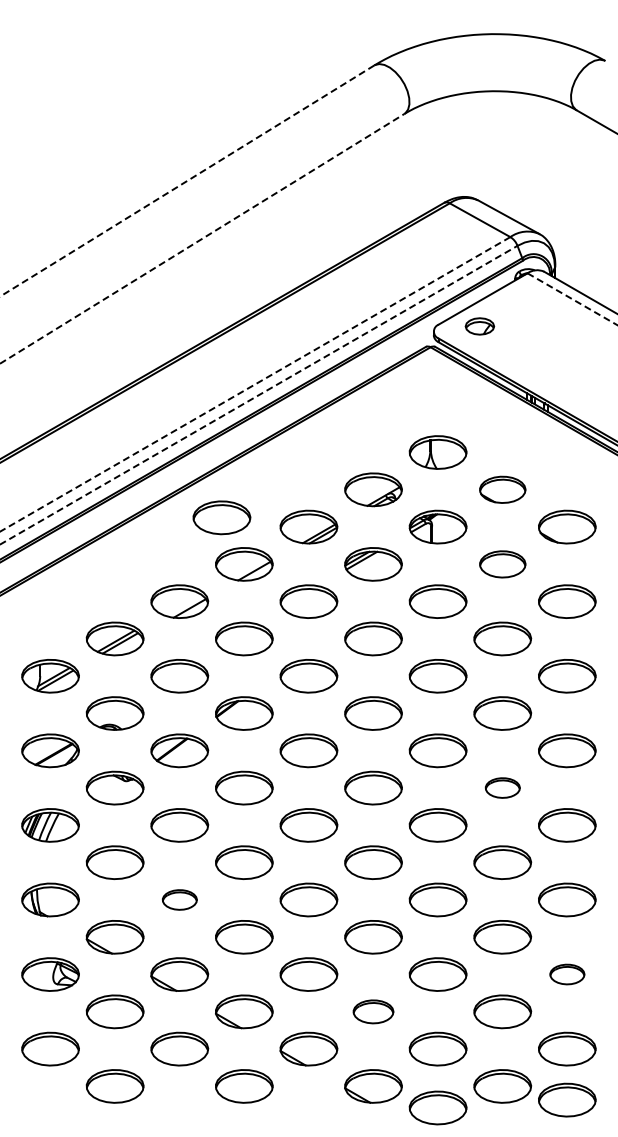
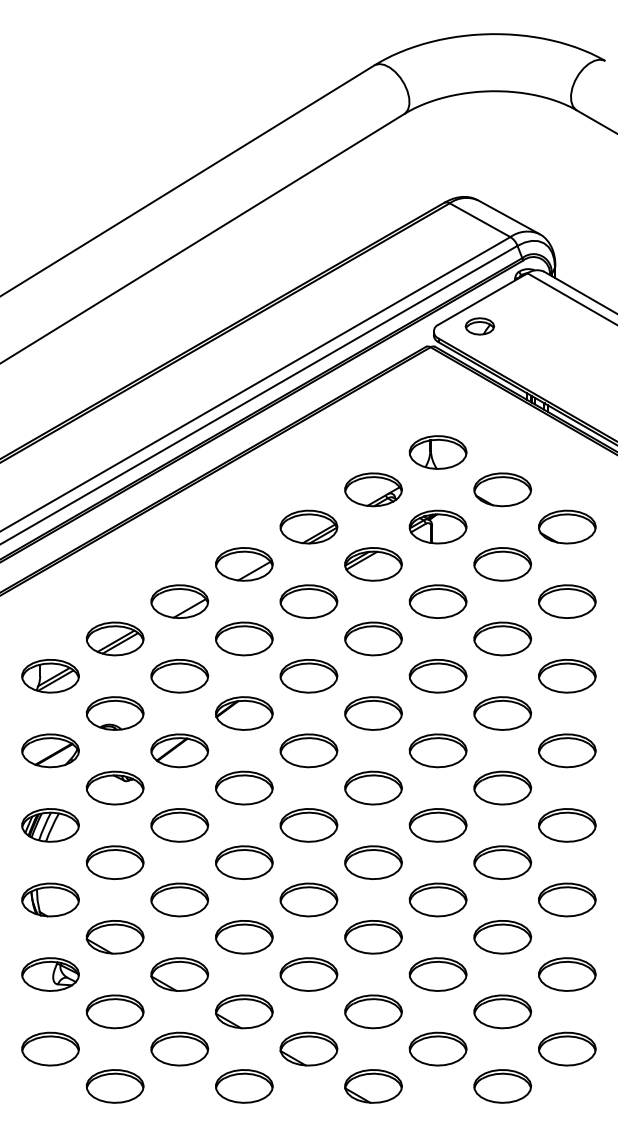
line at (187, 181): dashed -> solid
line at (202, 238): dashed -> solid
line at (572, 299): dashed -> solid
line at (254, 384): dashed -> solid
line at (259, 394): dashed -> solid
part at (502, 489) size: 48x29 px -> 60x36 px
part at (221, 517): present -> none
part at (502, 564) size: 48x29 px -> 60x35 px
part at (502, 787) size: 37x22 px -> 60x36 px
part at (179, 899) size: 36x22 px -> 60x36 px
part at (567, 974) size: 37x23 px -> 59x35 px
part at (373, 1011) size: 43x26 px -> 59x36 px
part at (567, 1099): present -> none
part at (437, 1107): present -> none
